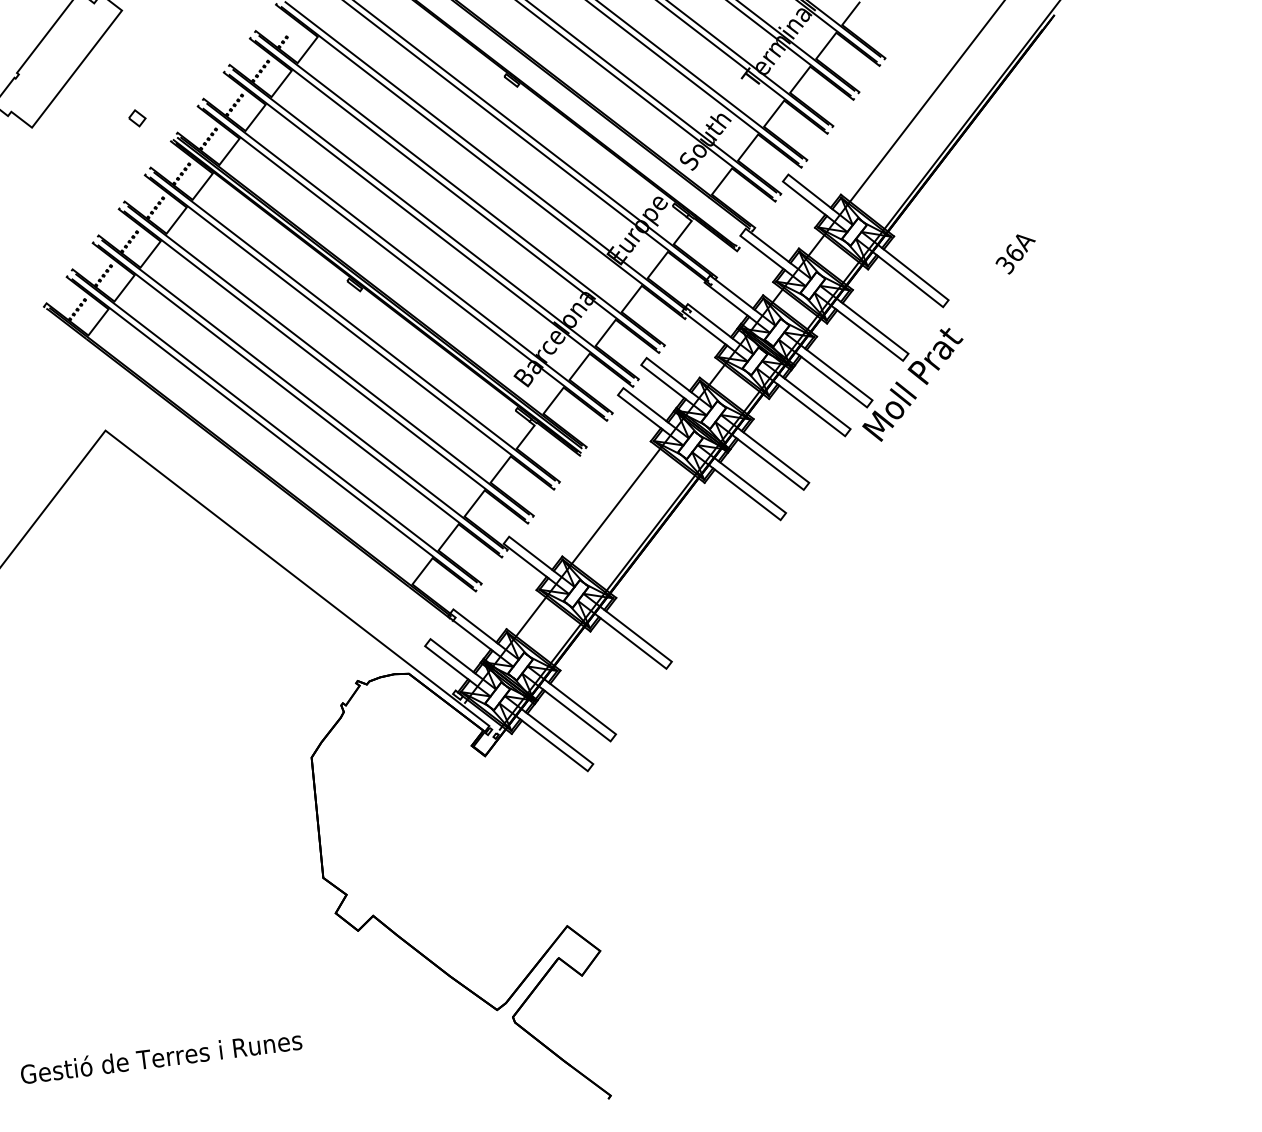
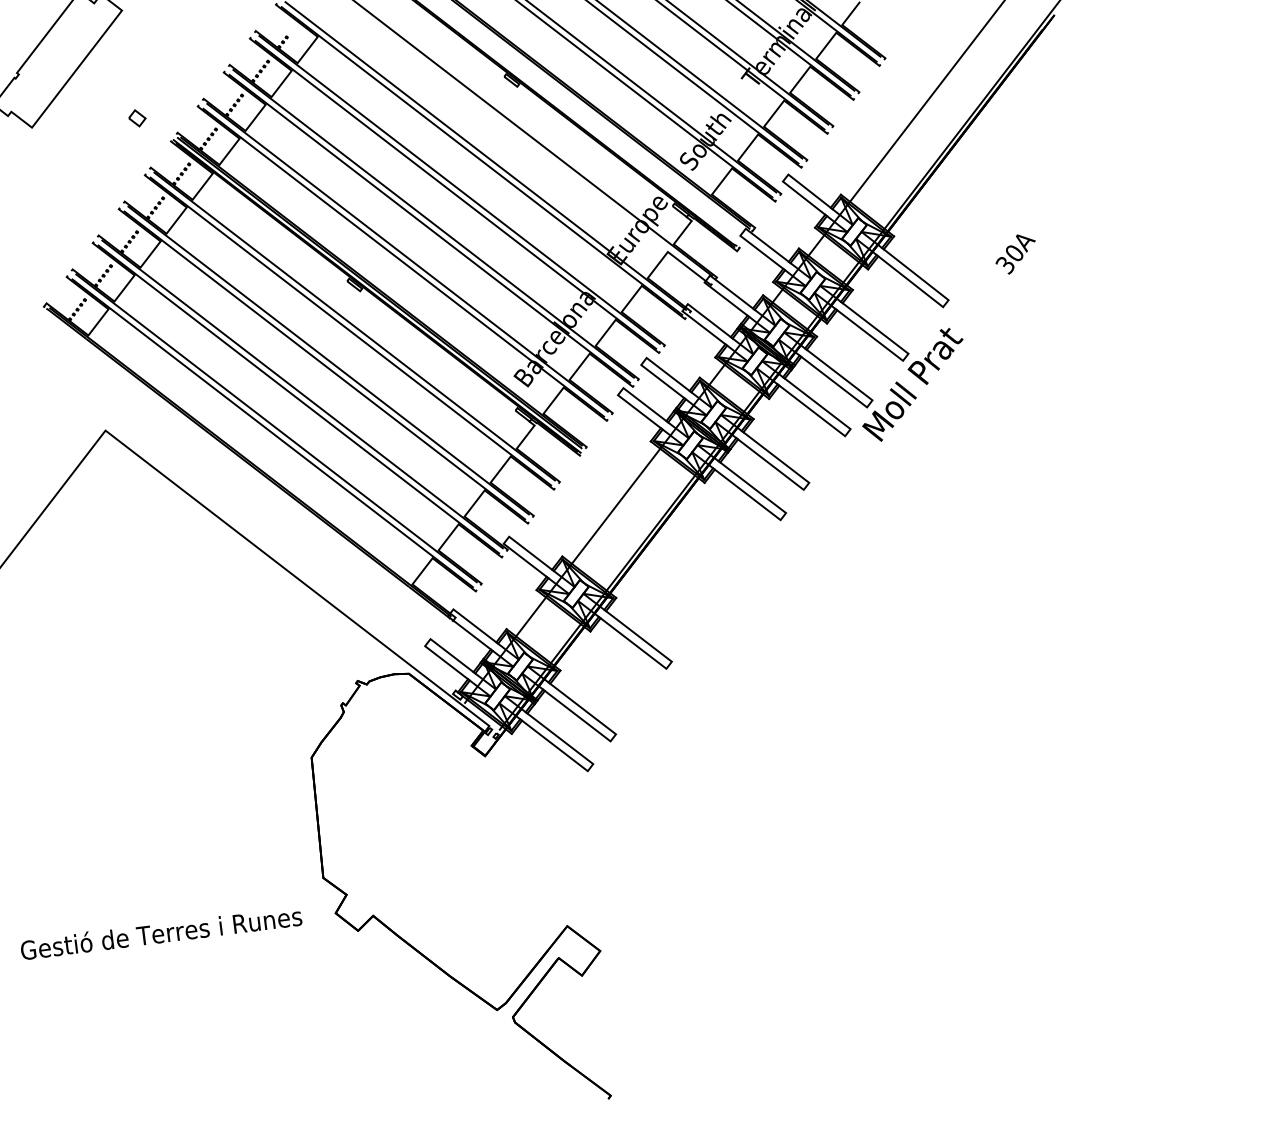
line at (526, 141): present -> none
text at (1014, 252): 36A -> 30A
text at (161, 1059) position: (161, 1059) -> (161, 935)
